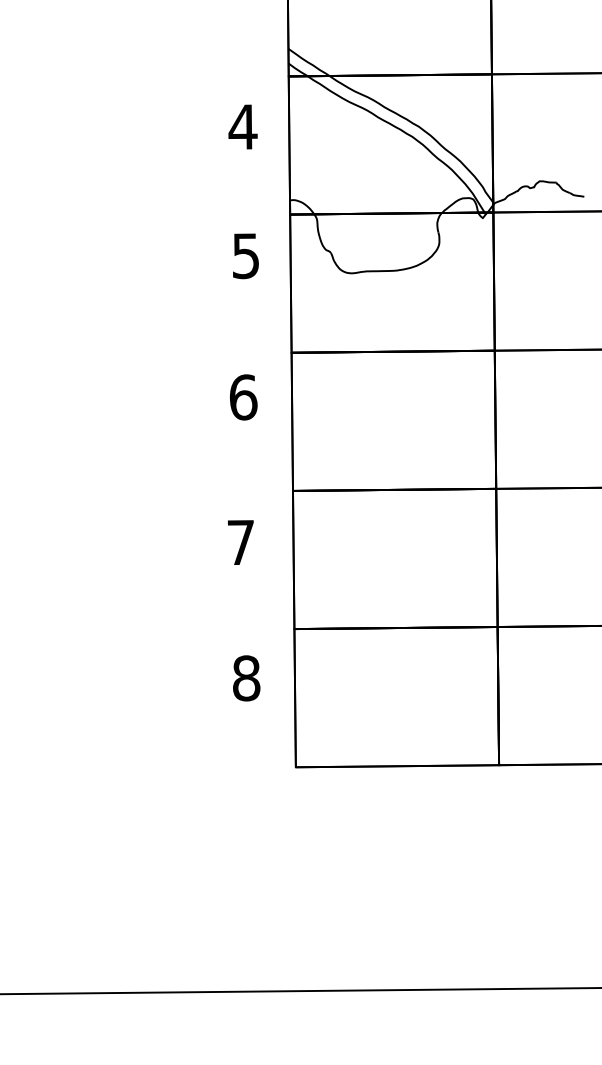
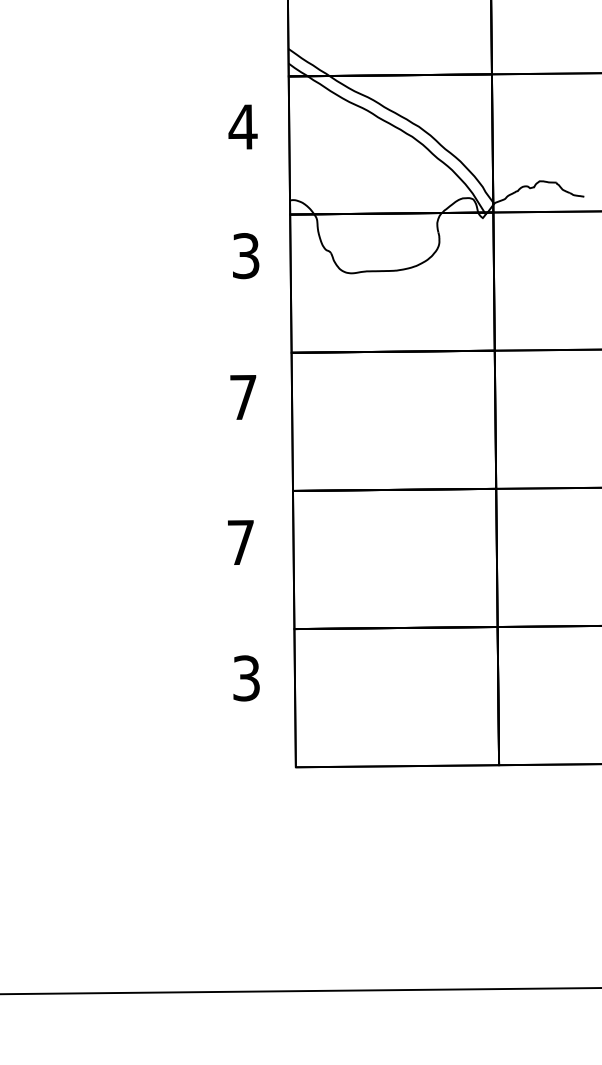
text at (246, 255): 5 -> 3
text at (243, 397): 6 -> 7
text at (246, 678): 8 -> 3
